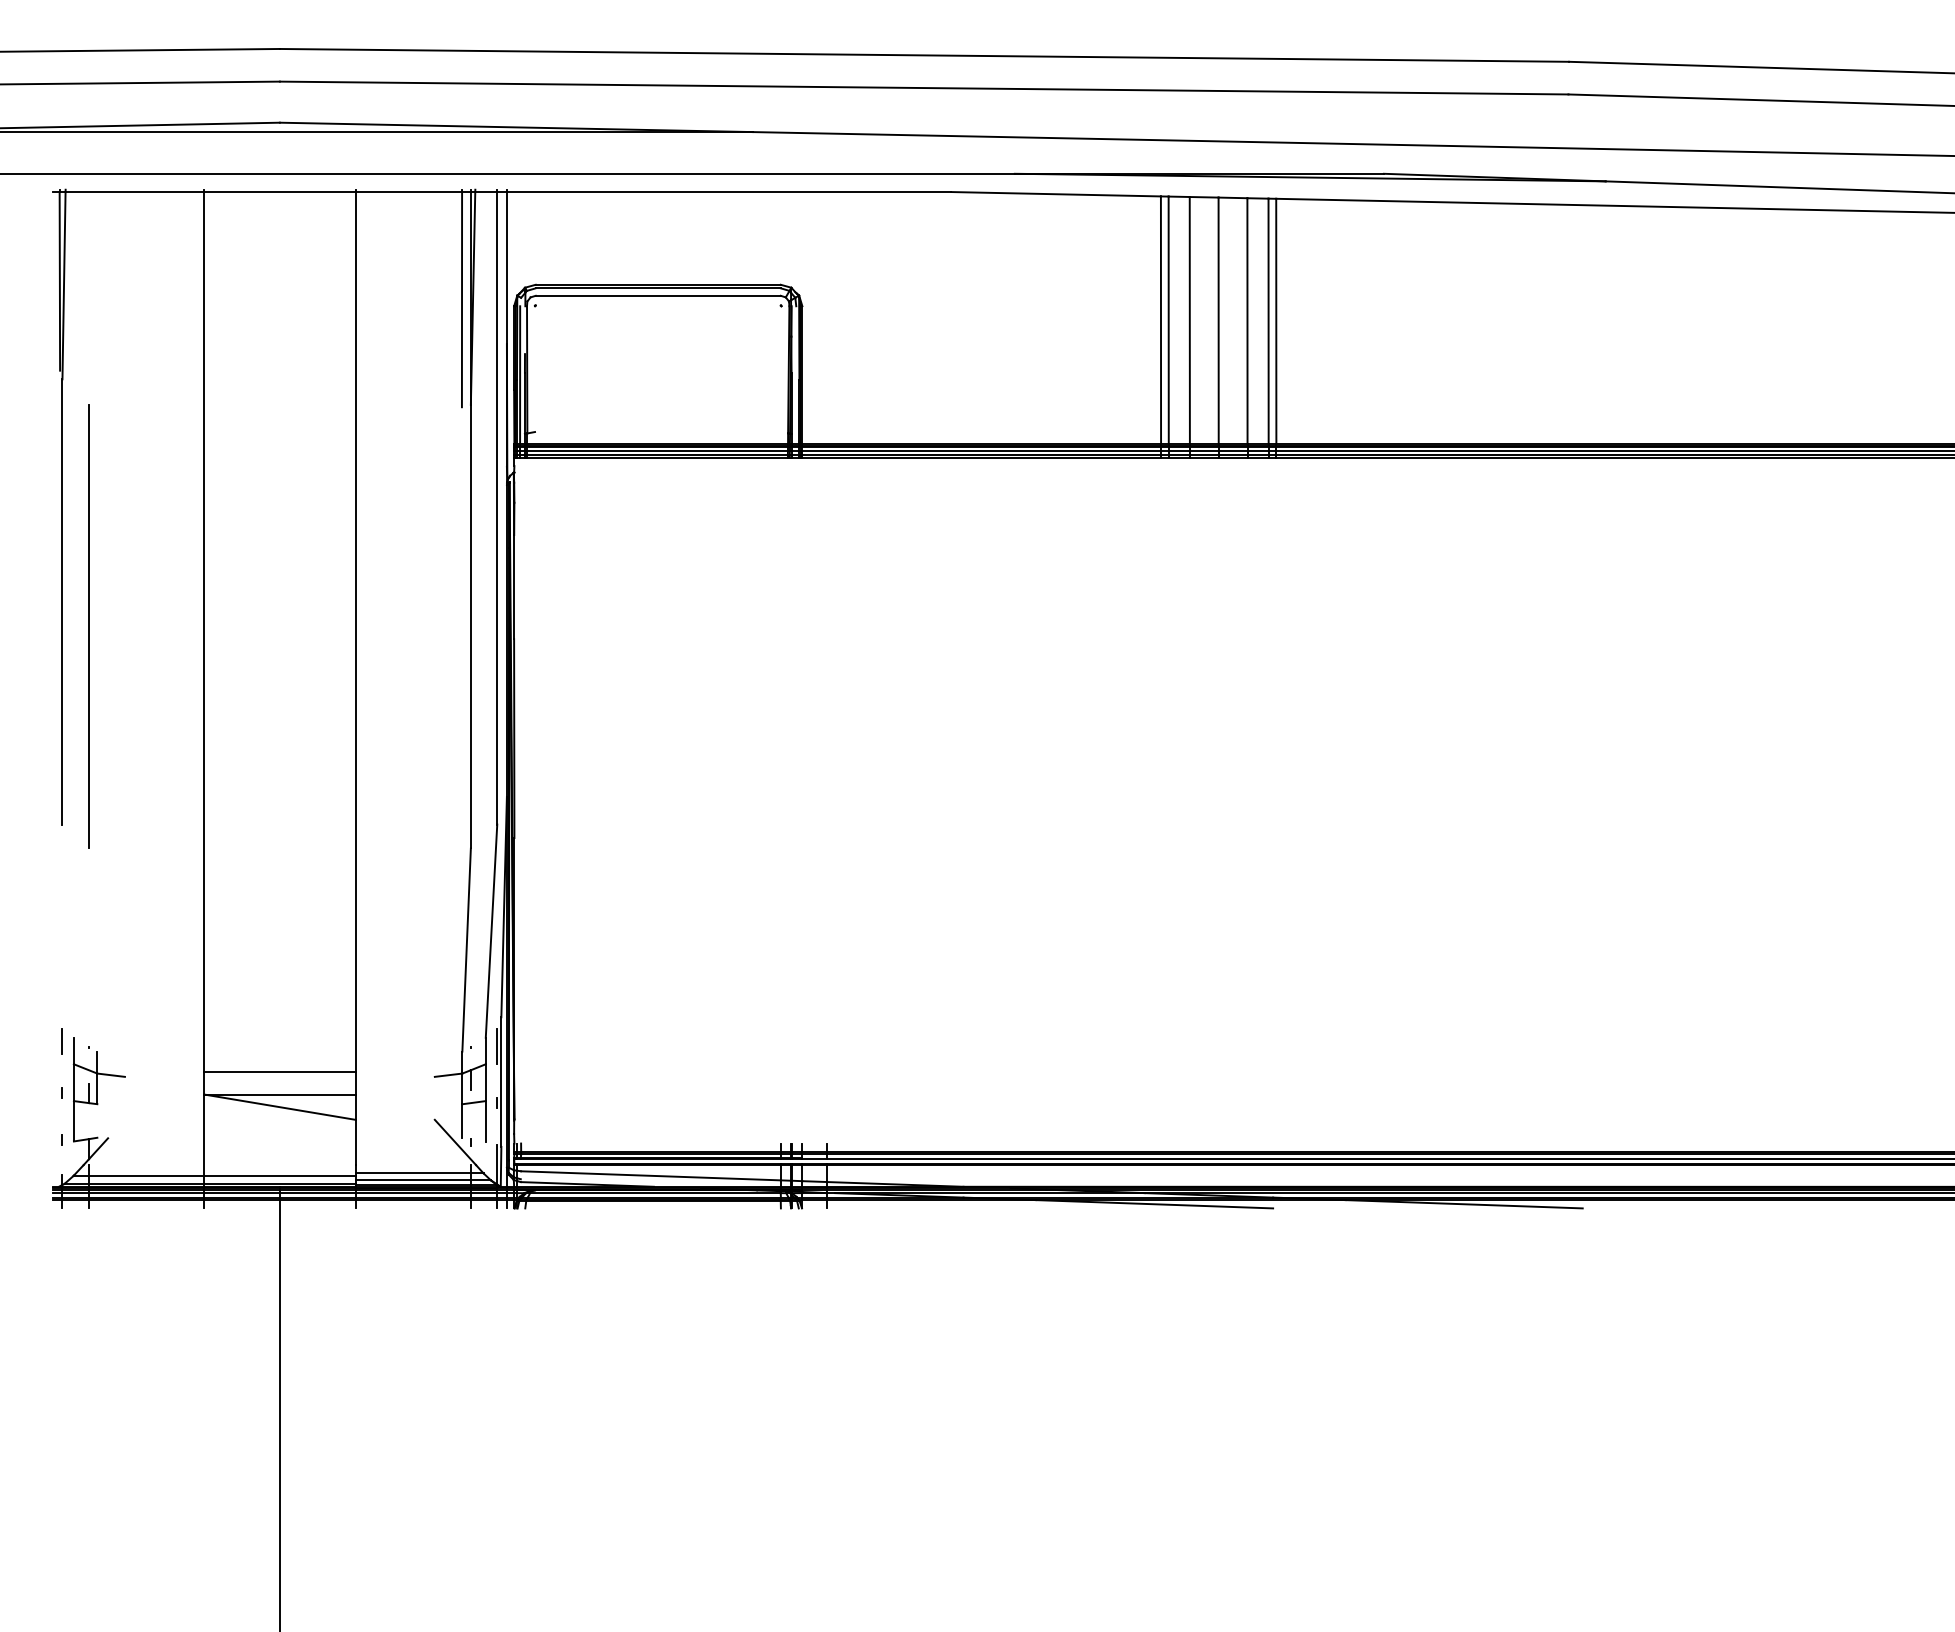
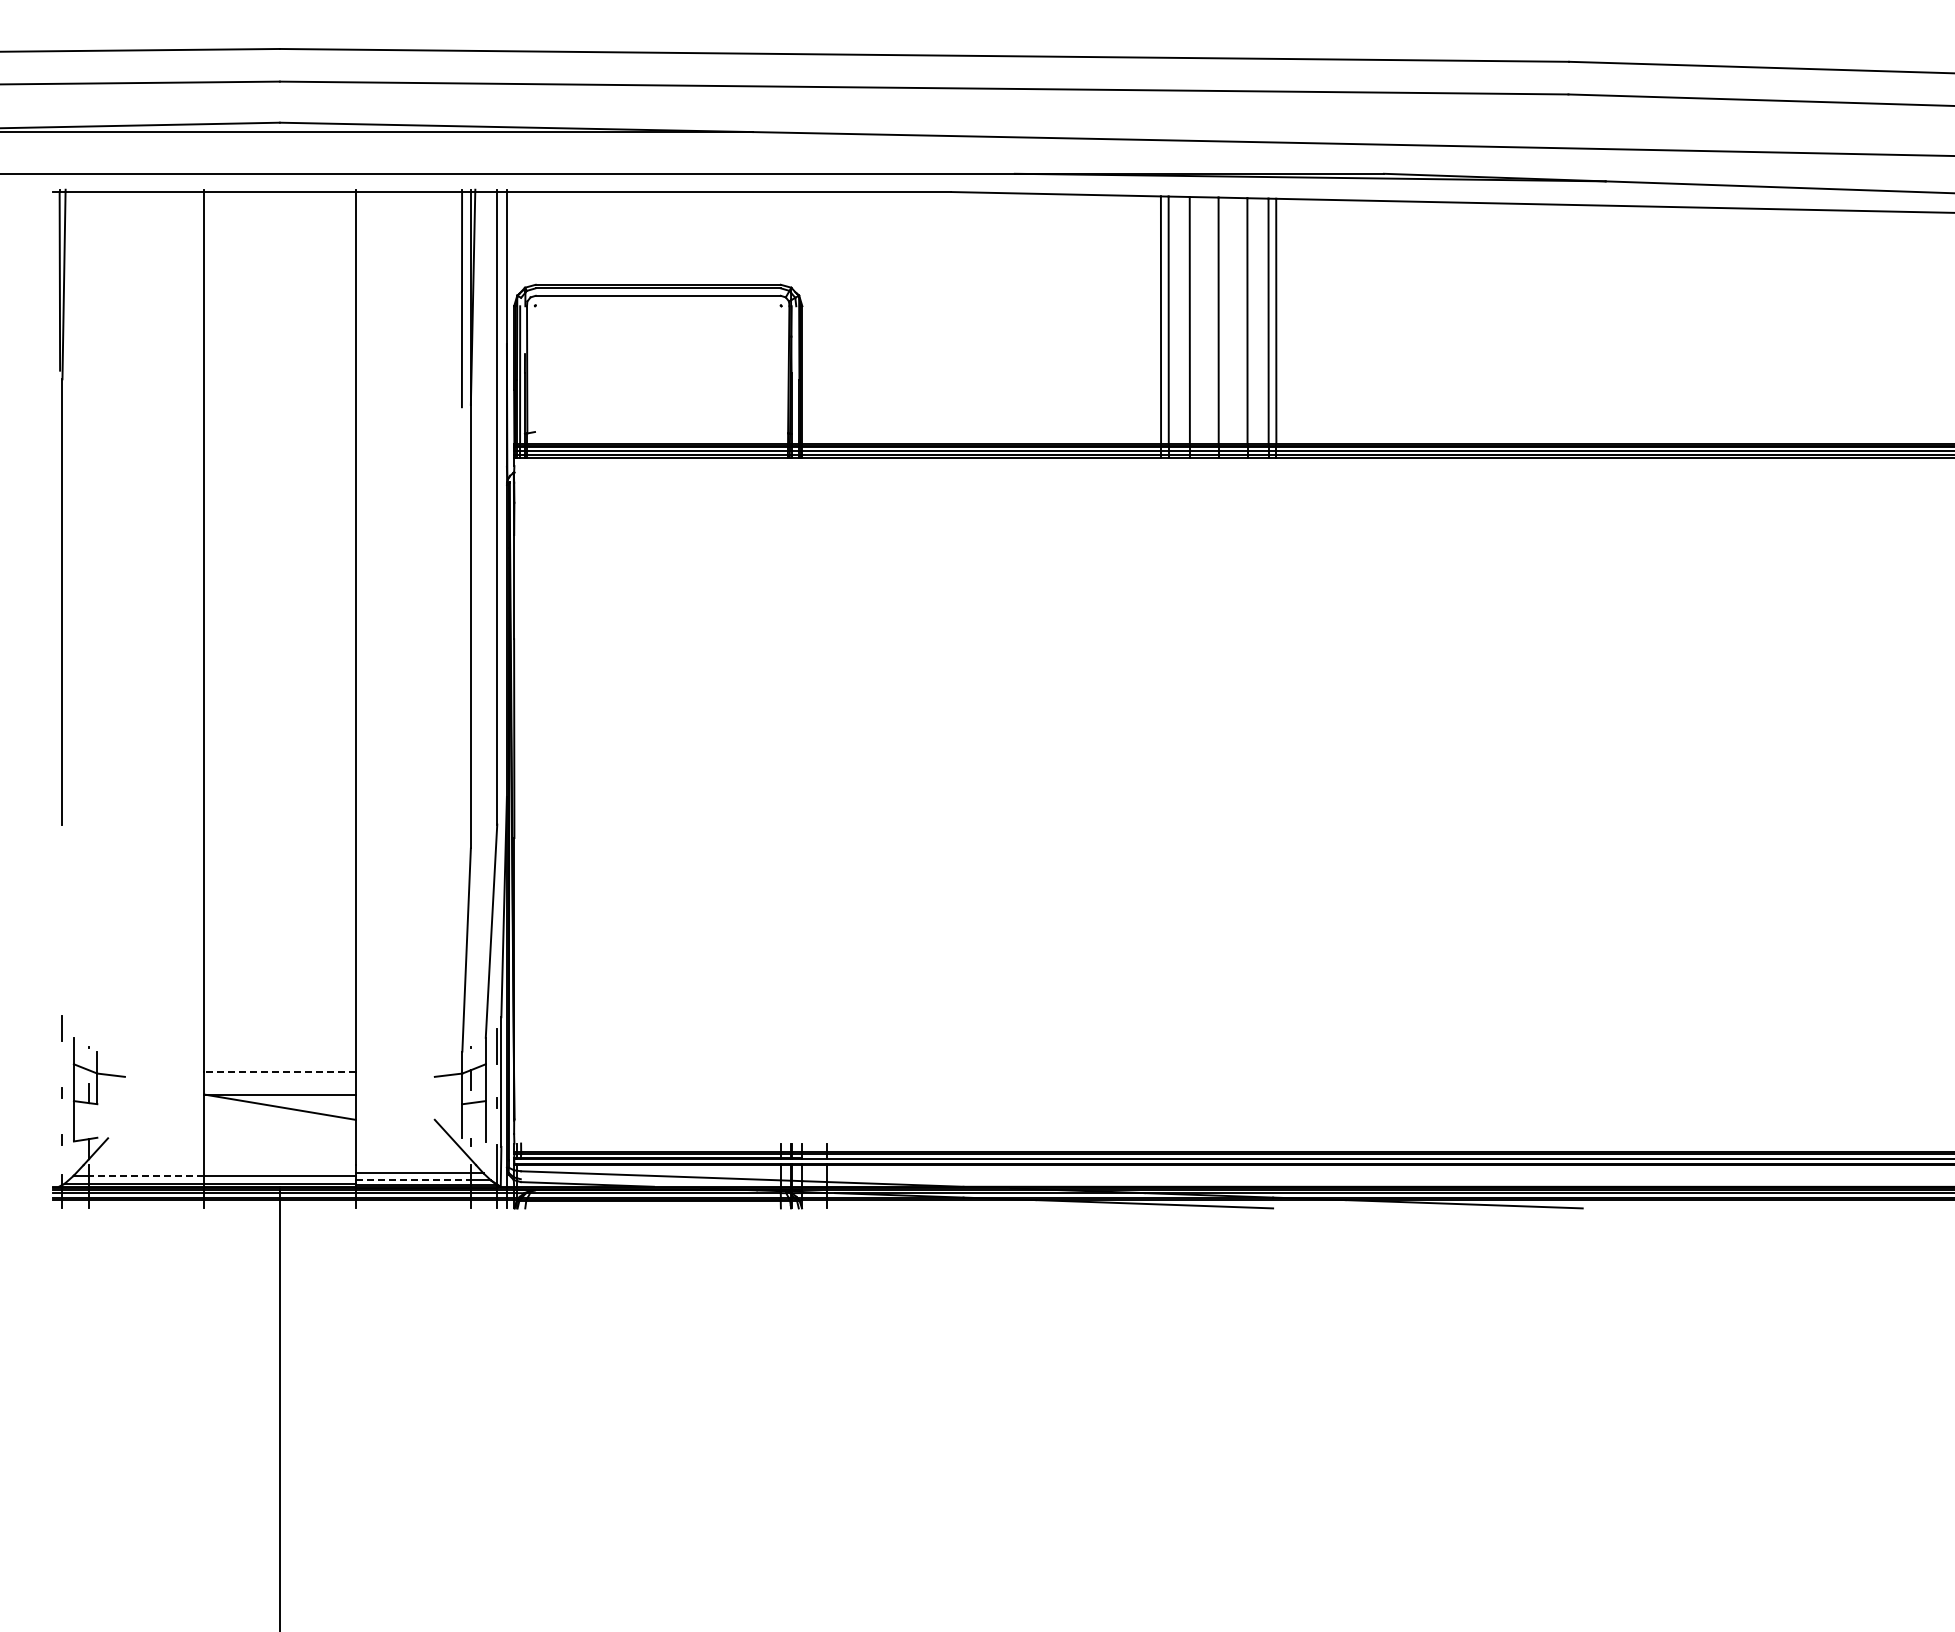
line at (88, 626): present -> none
line at (61, 1041) position: (61, 1041) -> (61, 1028)
line at (279, 1072): solid -> dashed
line at (146, 1175): solid -> dashed
line at (413, 1180): solid -> dashed
